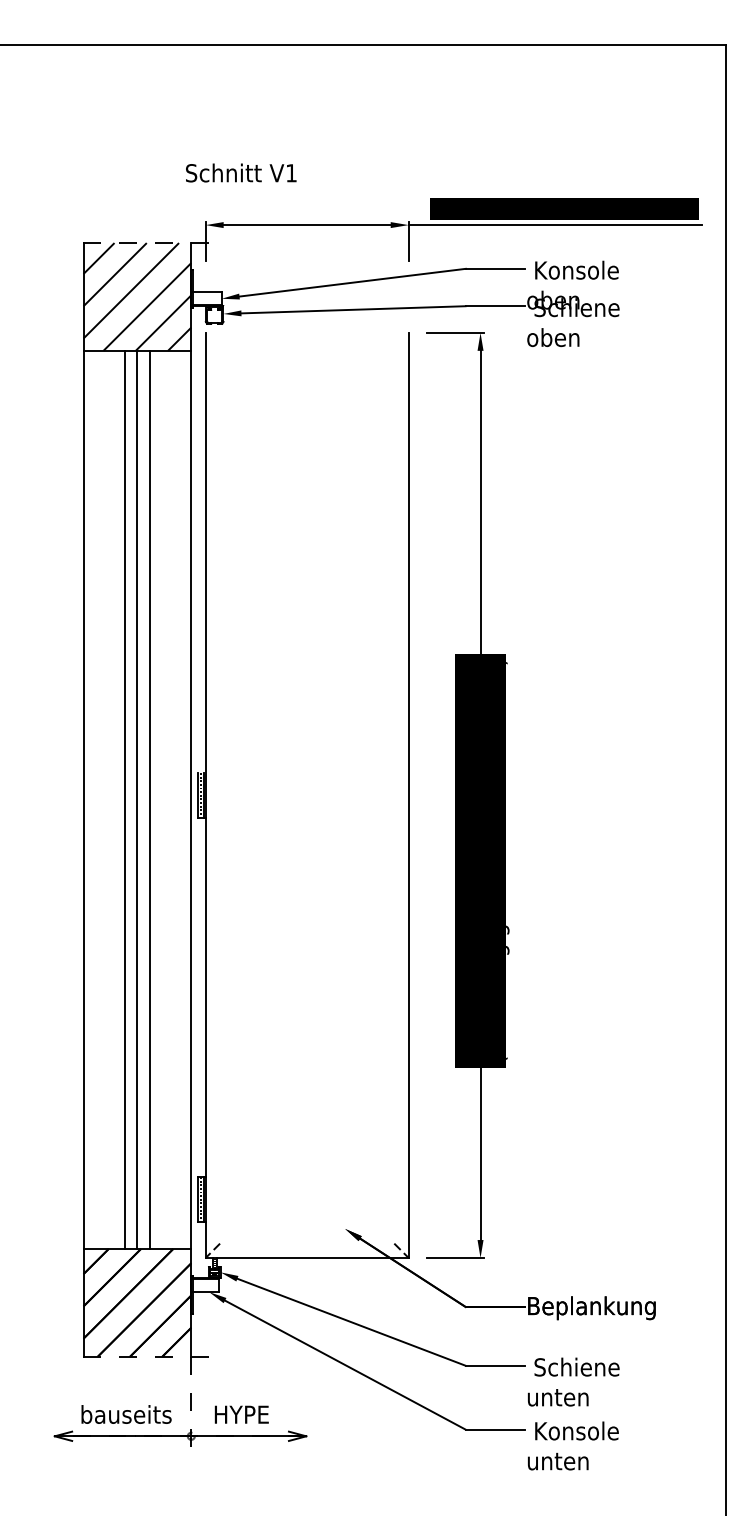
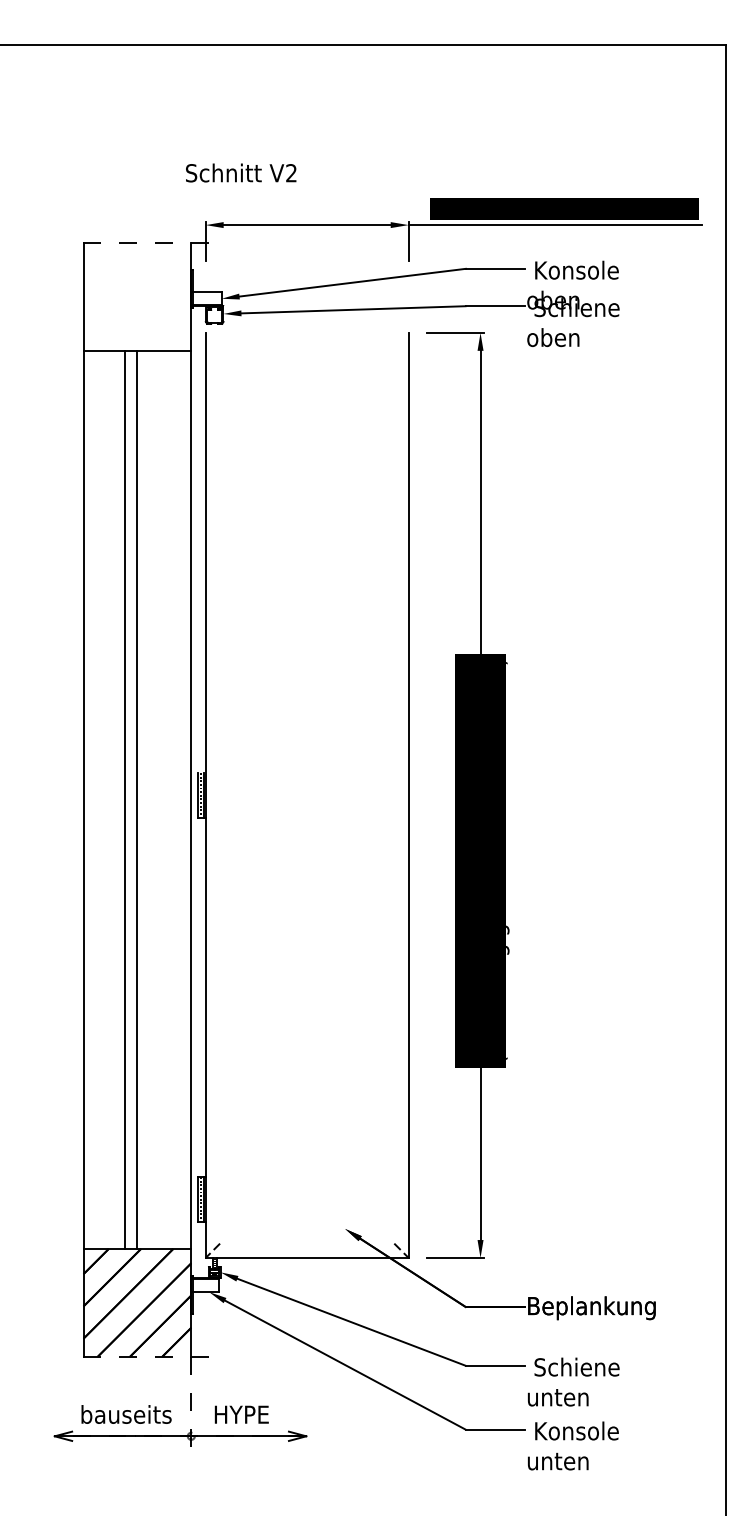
text at (291, 173): V1 -> V2
hatch at (137, 296): present -> none
line at (150, 799): present -> none
